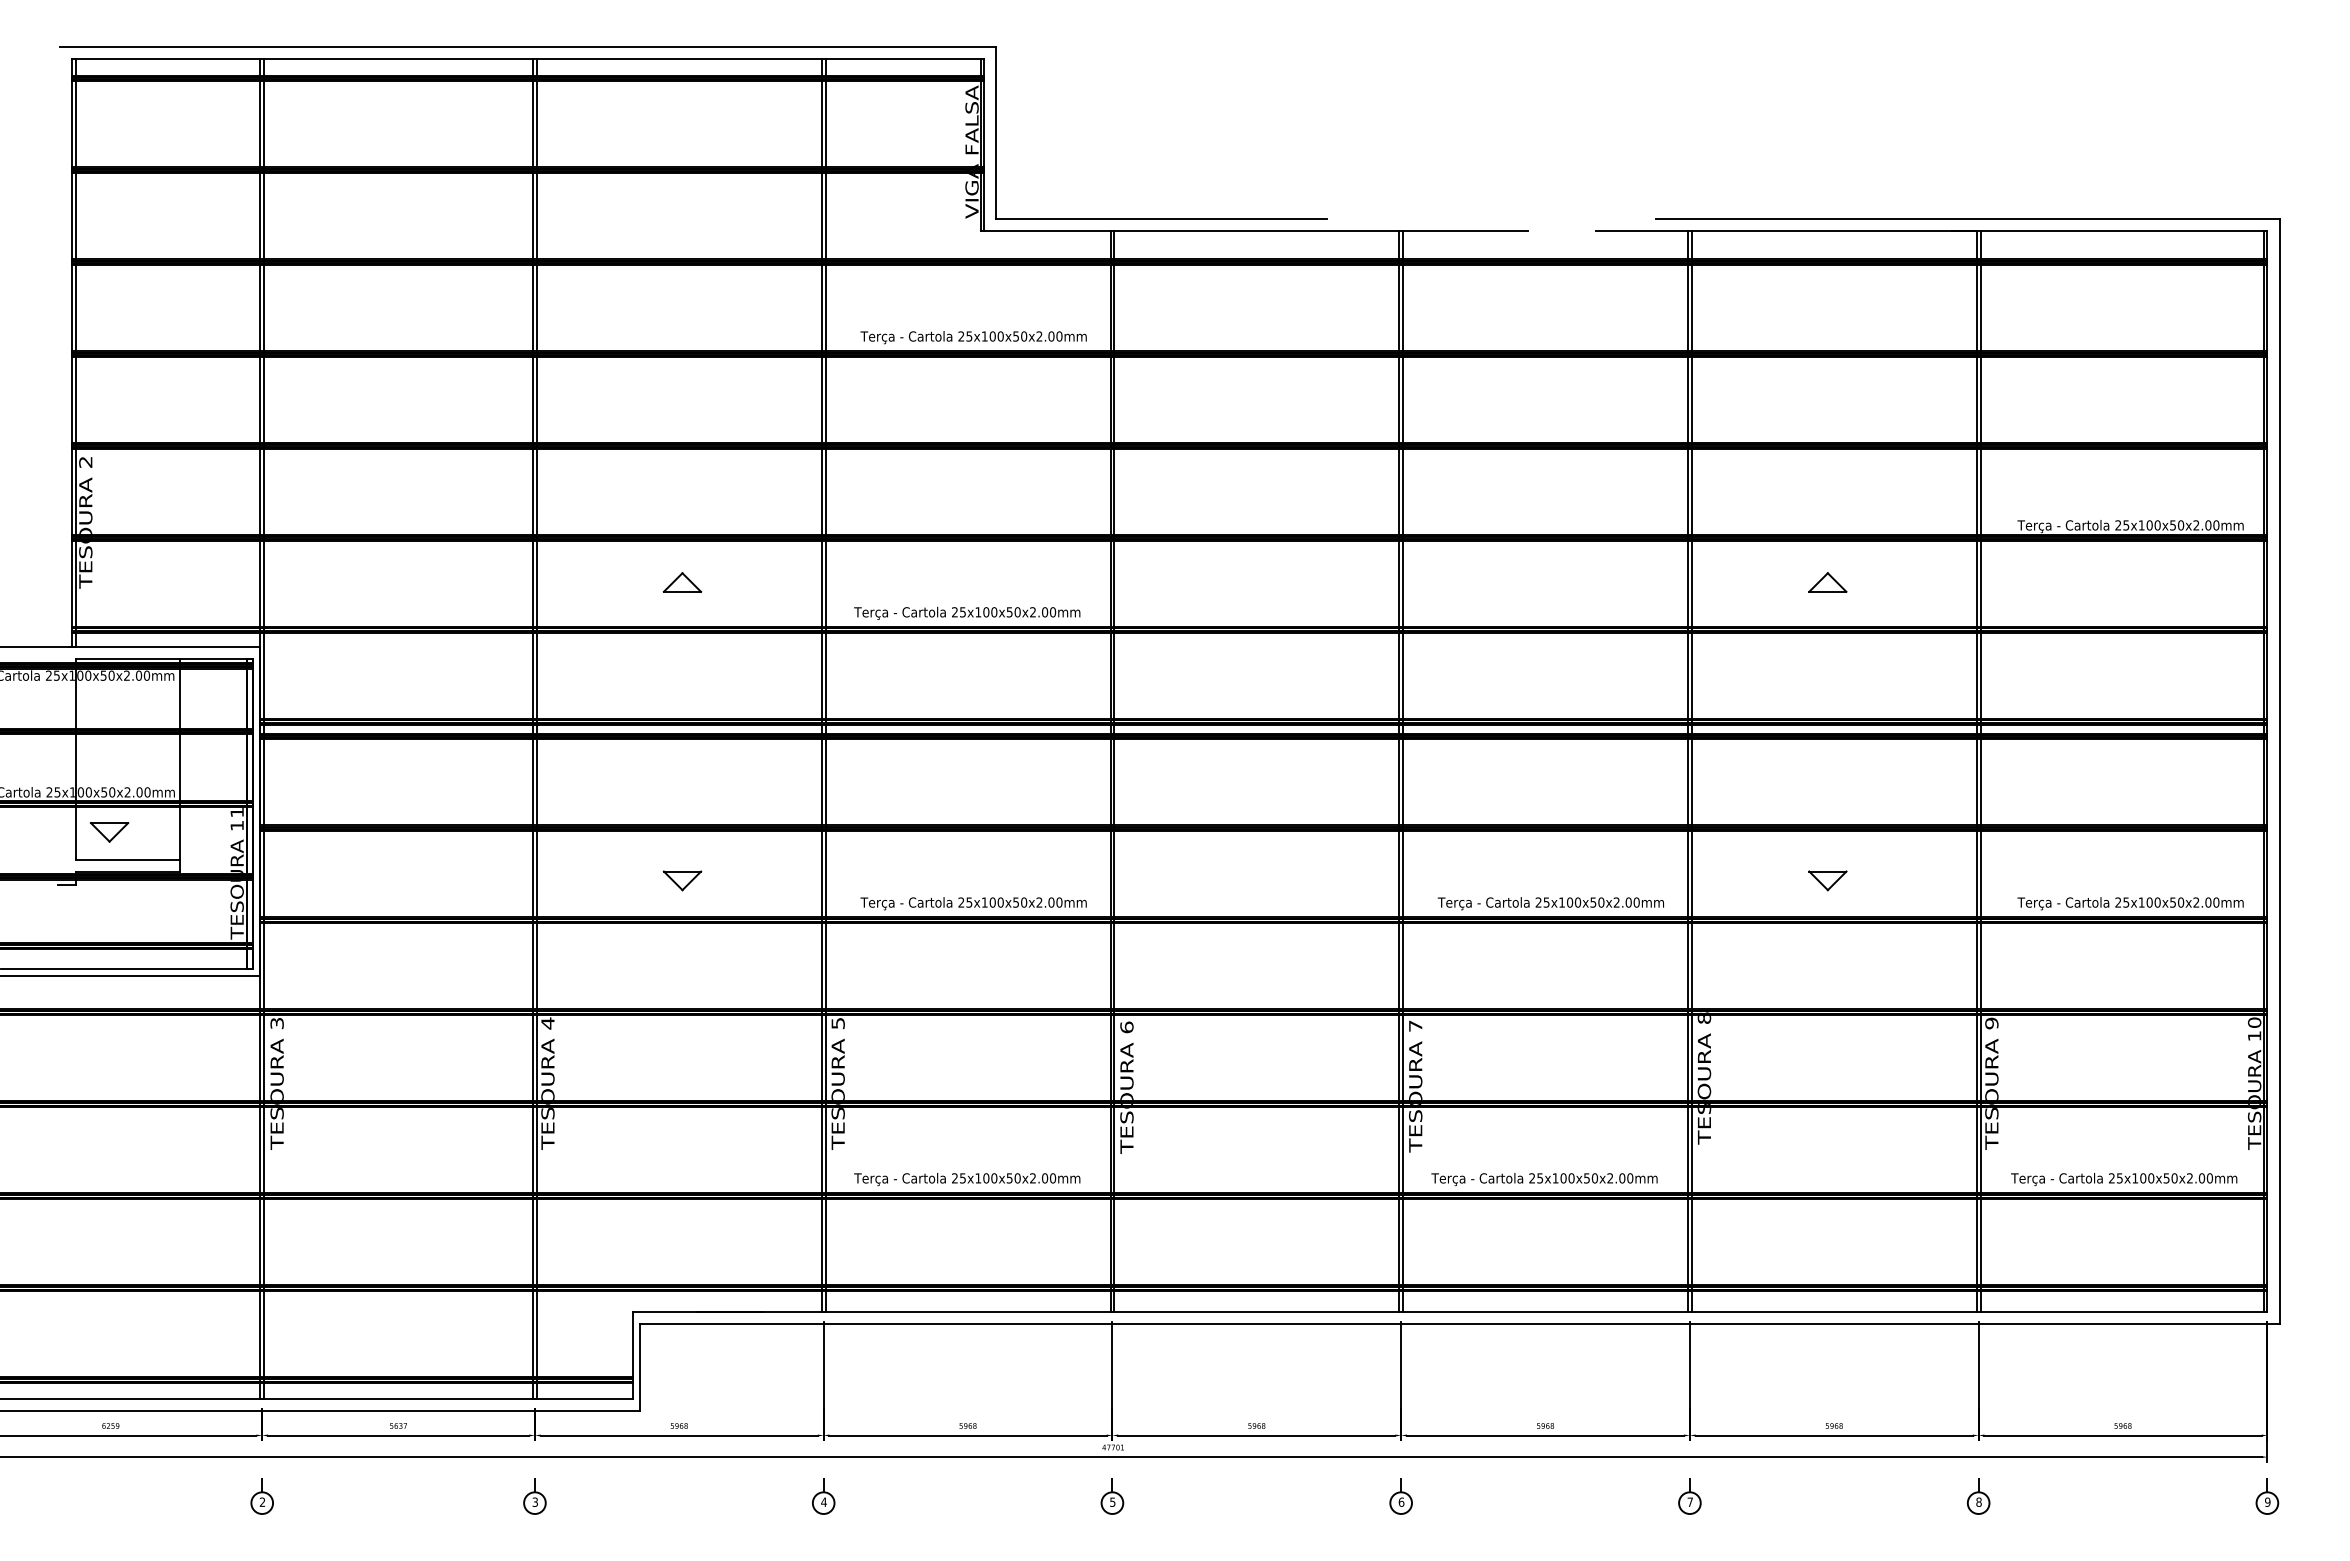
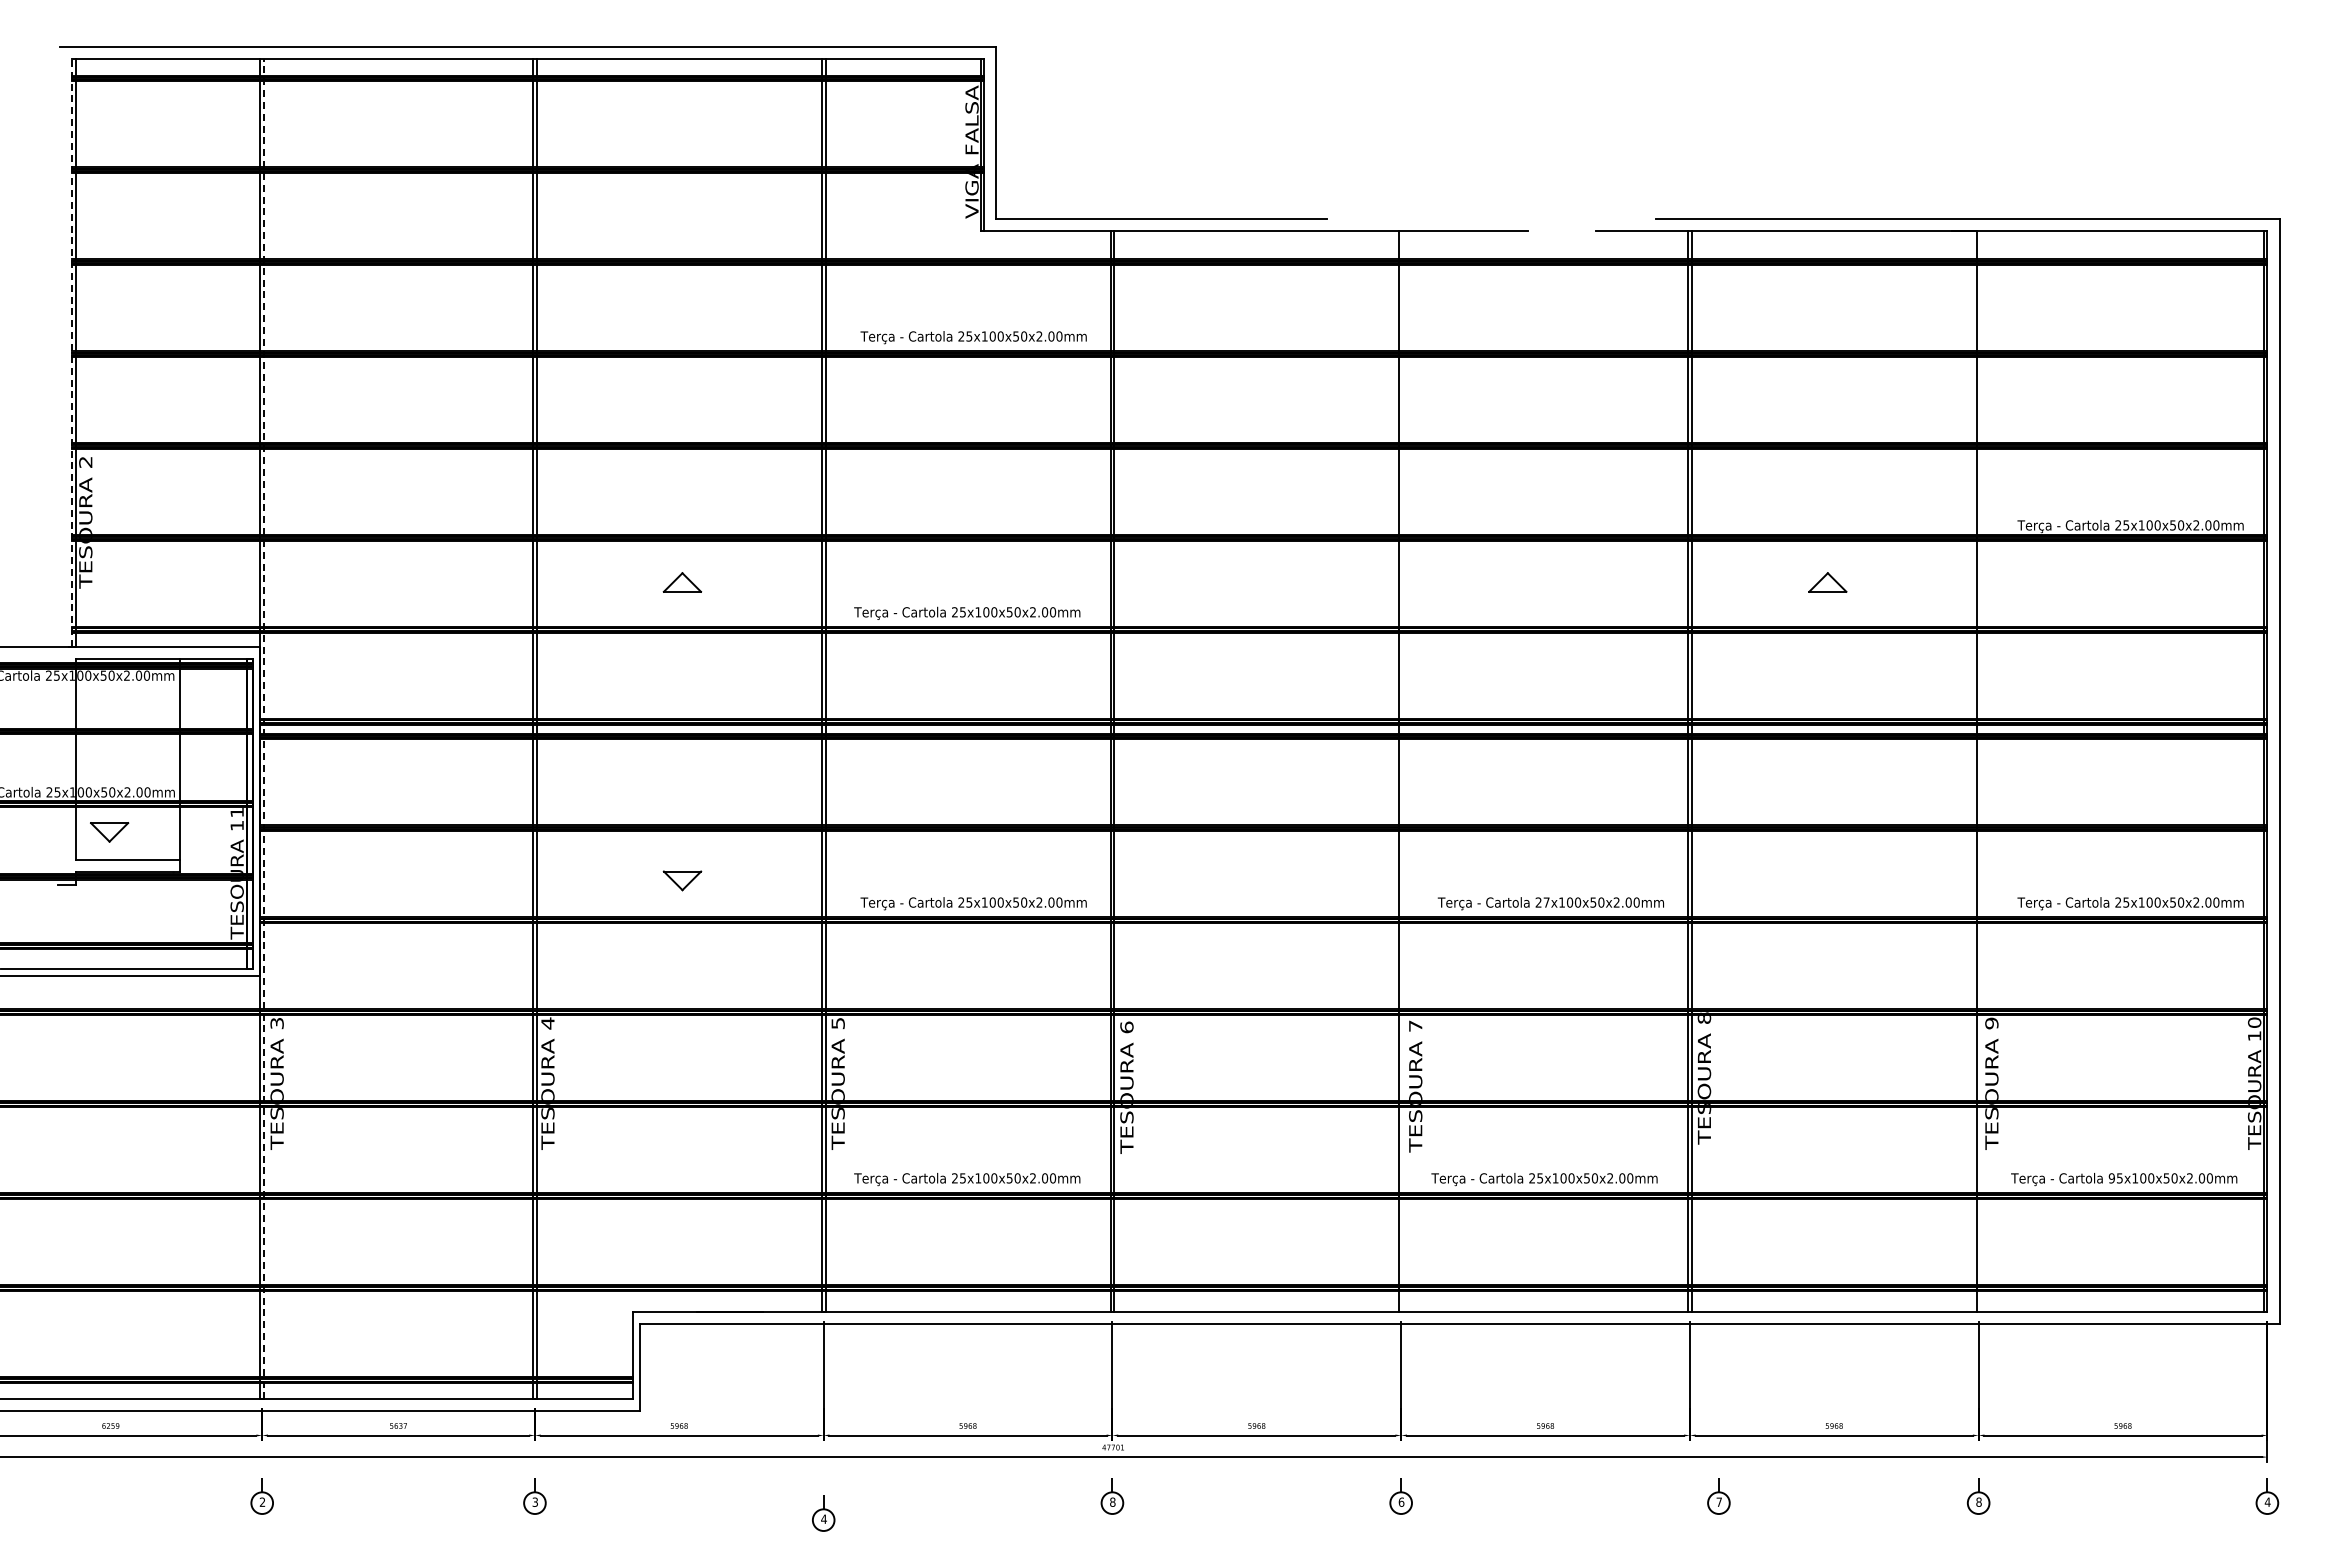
line at (71, 353): solid -> dashed
line at (264, 728): solid -> dashed
line at (1403, 771): present -> none
line at (1980, 771): present -> none
part at (1827, 880): present -> none
text at (1546, 902): 25x100x50x2.00mm -> 27x100x50x2.00mm
text at (2111, 1178): 25x100x50x2.00mm -> 95x100x50x2.00mm
part at (823, 1496) position: (823, 1496) -> (823, 1513)
part at (1689, 1496) position: (1689, 1496) -> (1718, 1496)
text at (1112, 1501): 5 -> 8
text at (2267, 1501): 9 -> 4
